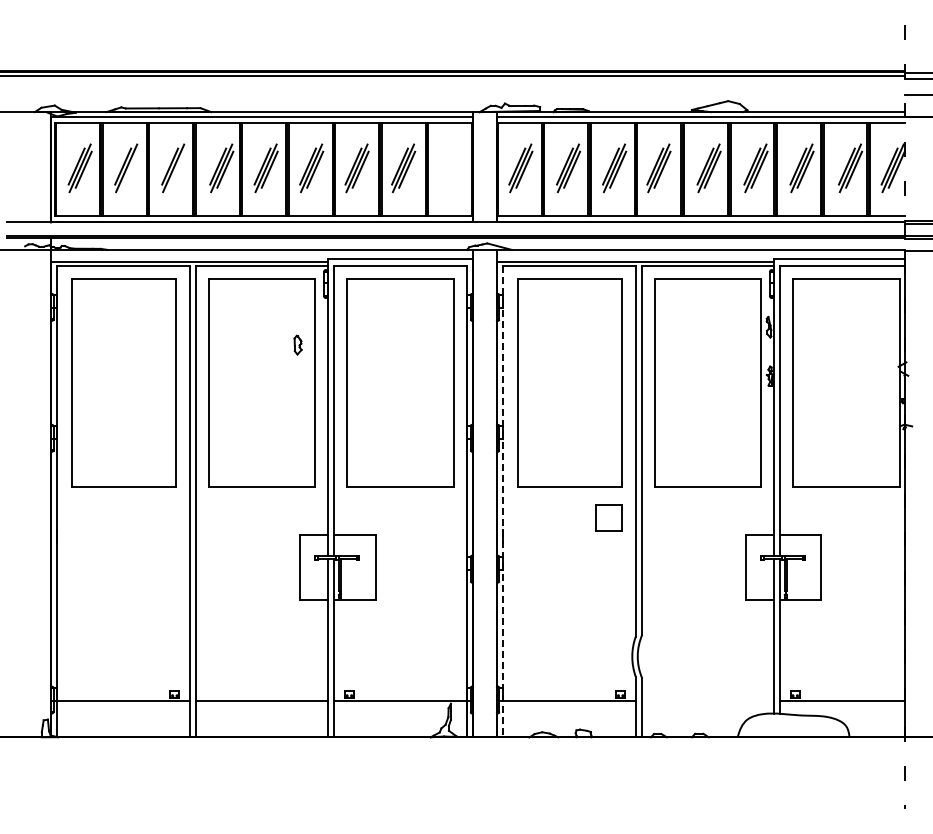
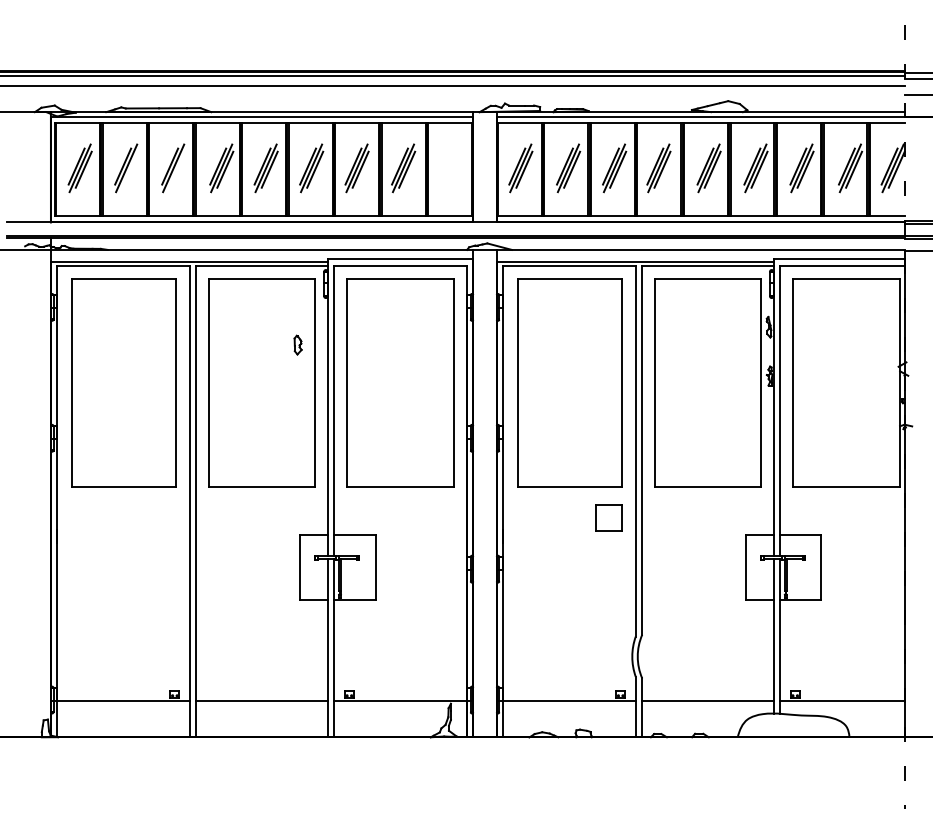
line at (453, 86): none -> present
line at (503, 501): dashed -> solid
line at (707, 700): none -> present
